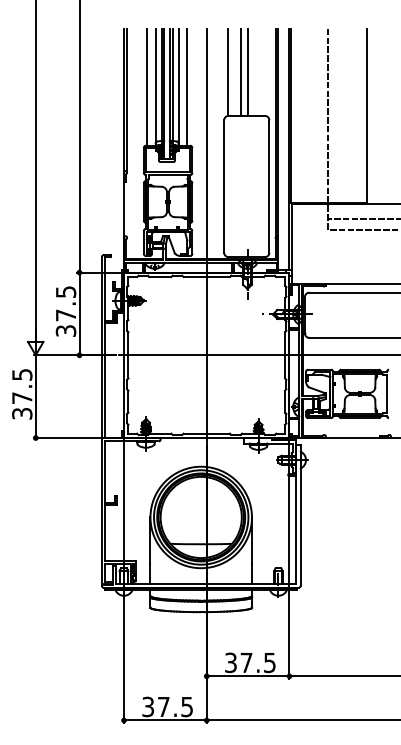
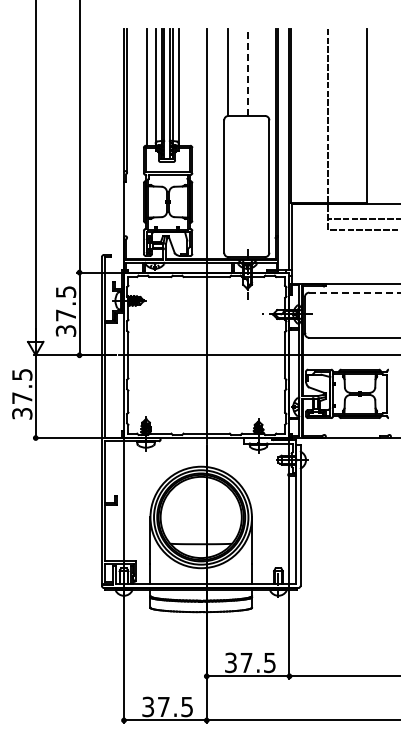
line at (240, 71): present -> none
line at (248, 72): solid -> dashed
line at (186, 86): present -> none
line at (355, 292): solid -> dashed
